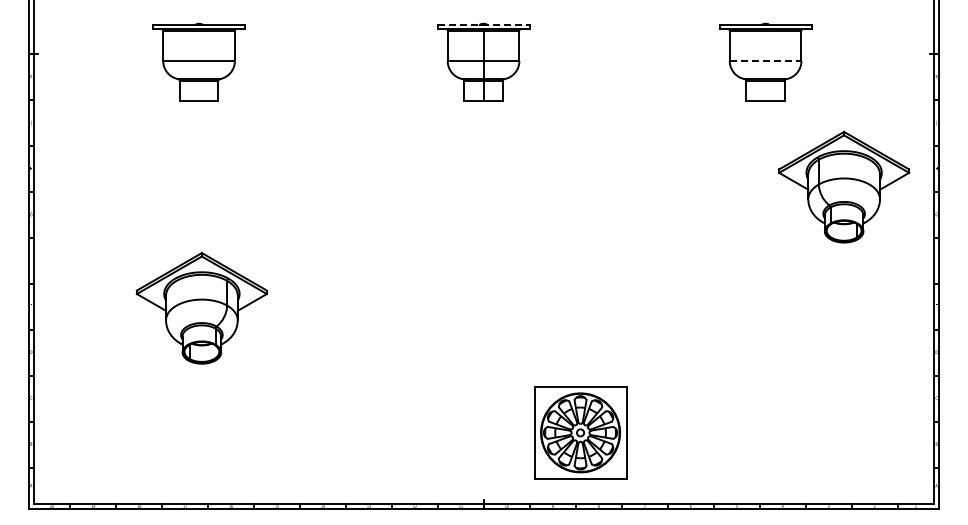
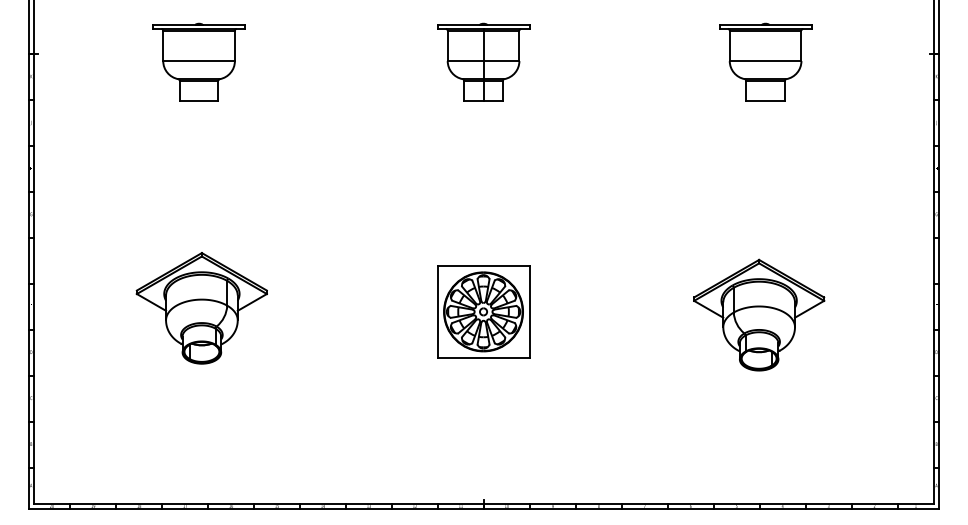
line at (483, 24): dashed -> solid
line at (765, 61): dashed -> solid
part at (844, 186) position: (844, 186) -> (759, 314)
part at (580, 432) position: (580, 432) -> (483, 311)
